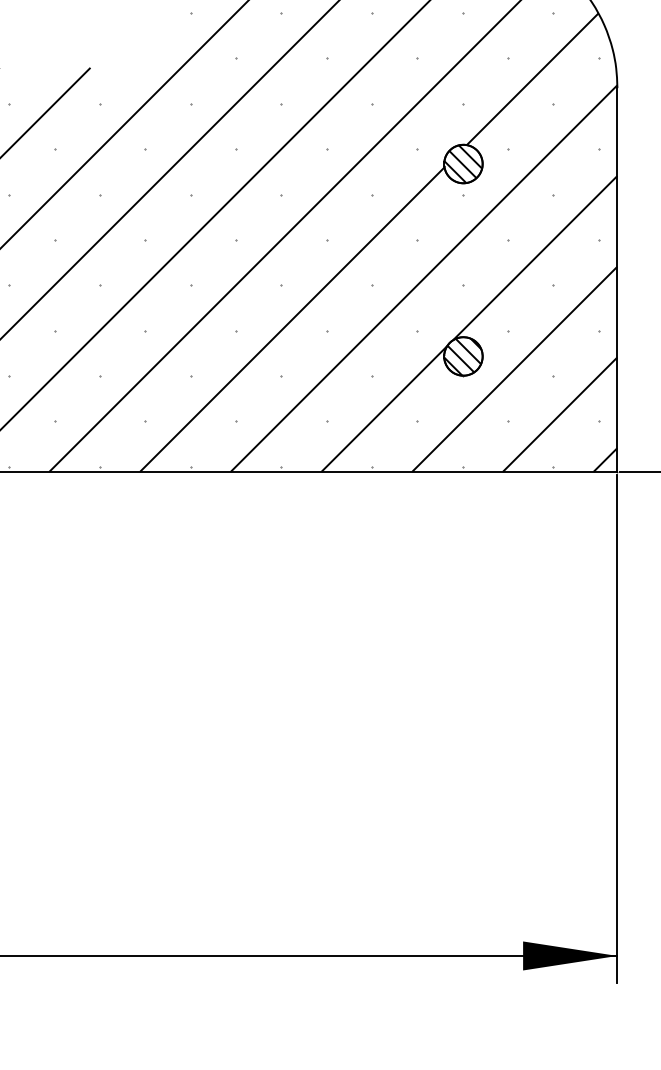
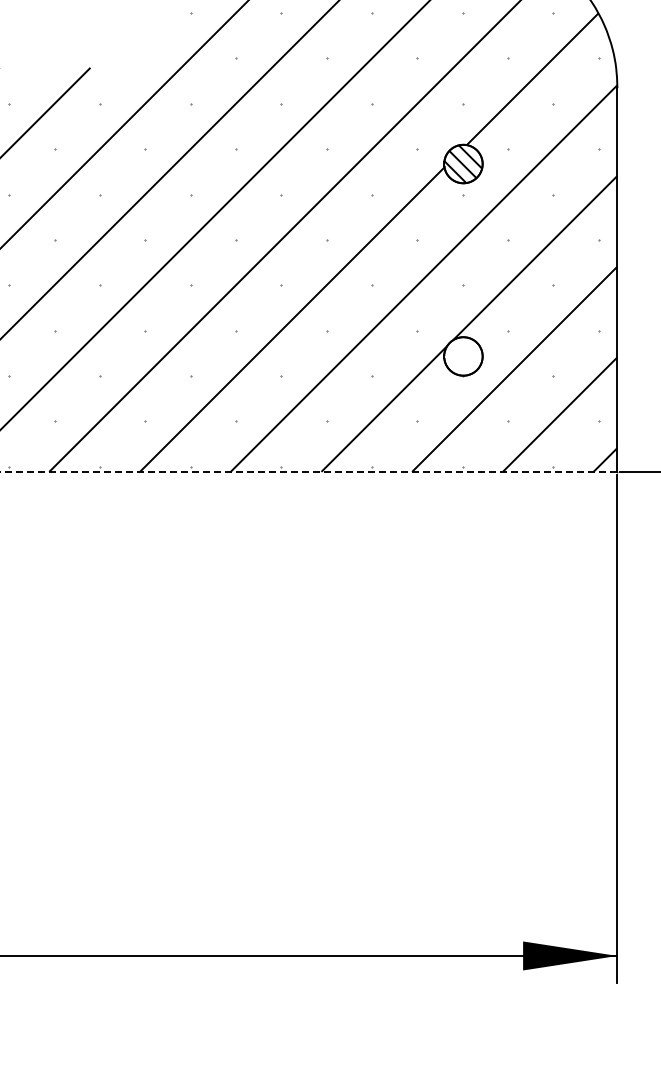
hatch at (462, 356): present -> none
line at (309, 471): solid -> dashed
